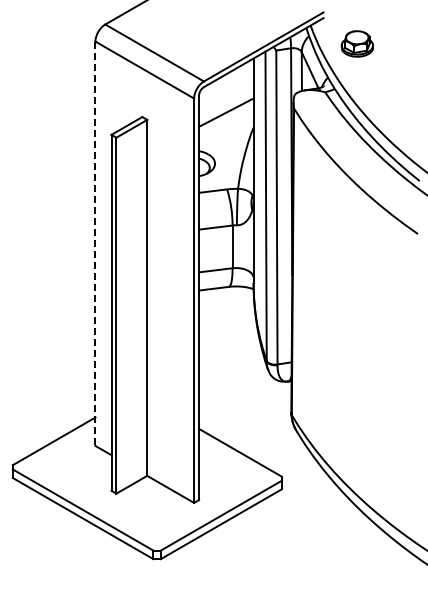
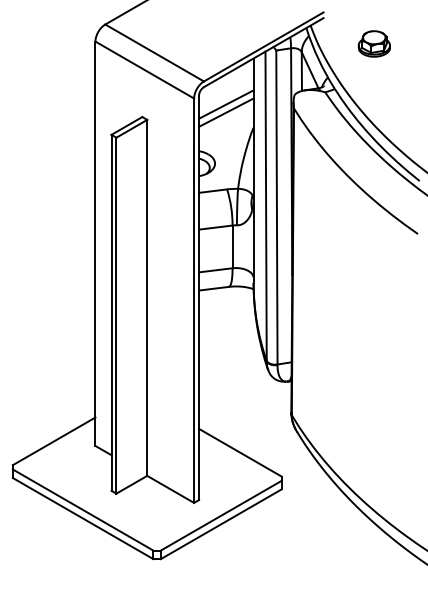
part at (356, 43) position: (356, 43) -> (373, 43)
line at (226, 104): none -> present
line at (95, 244): dashed -> solid
